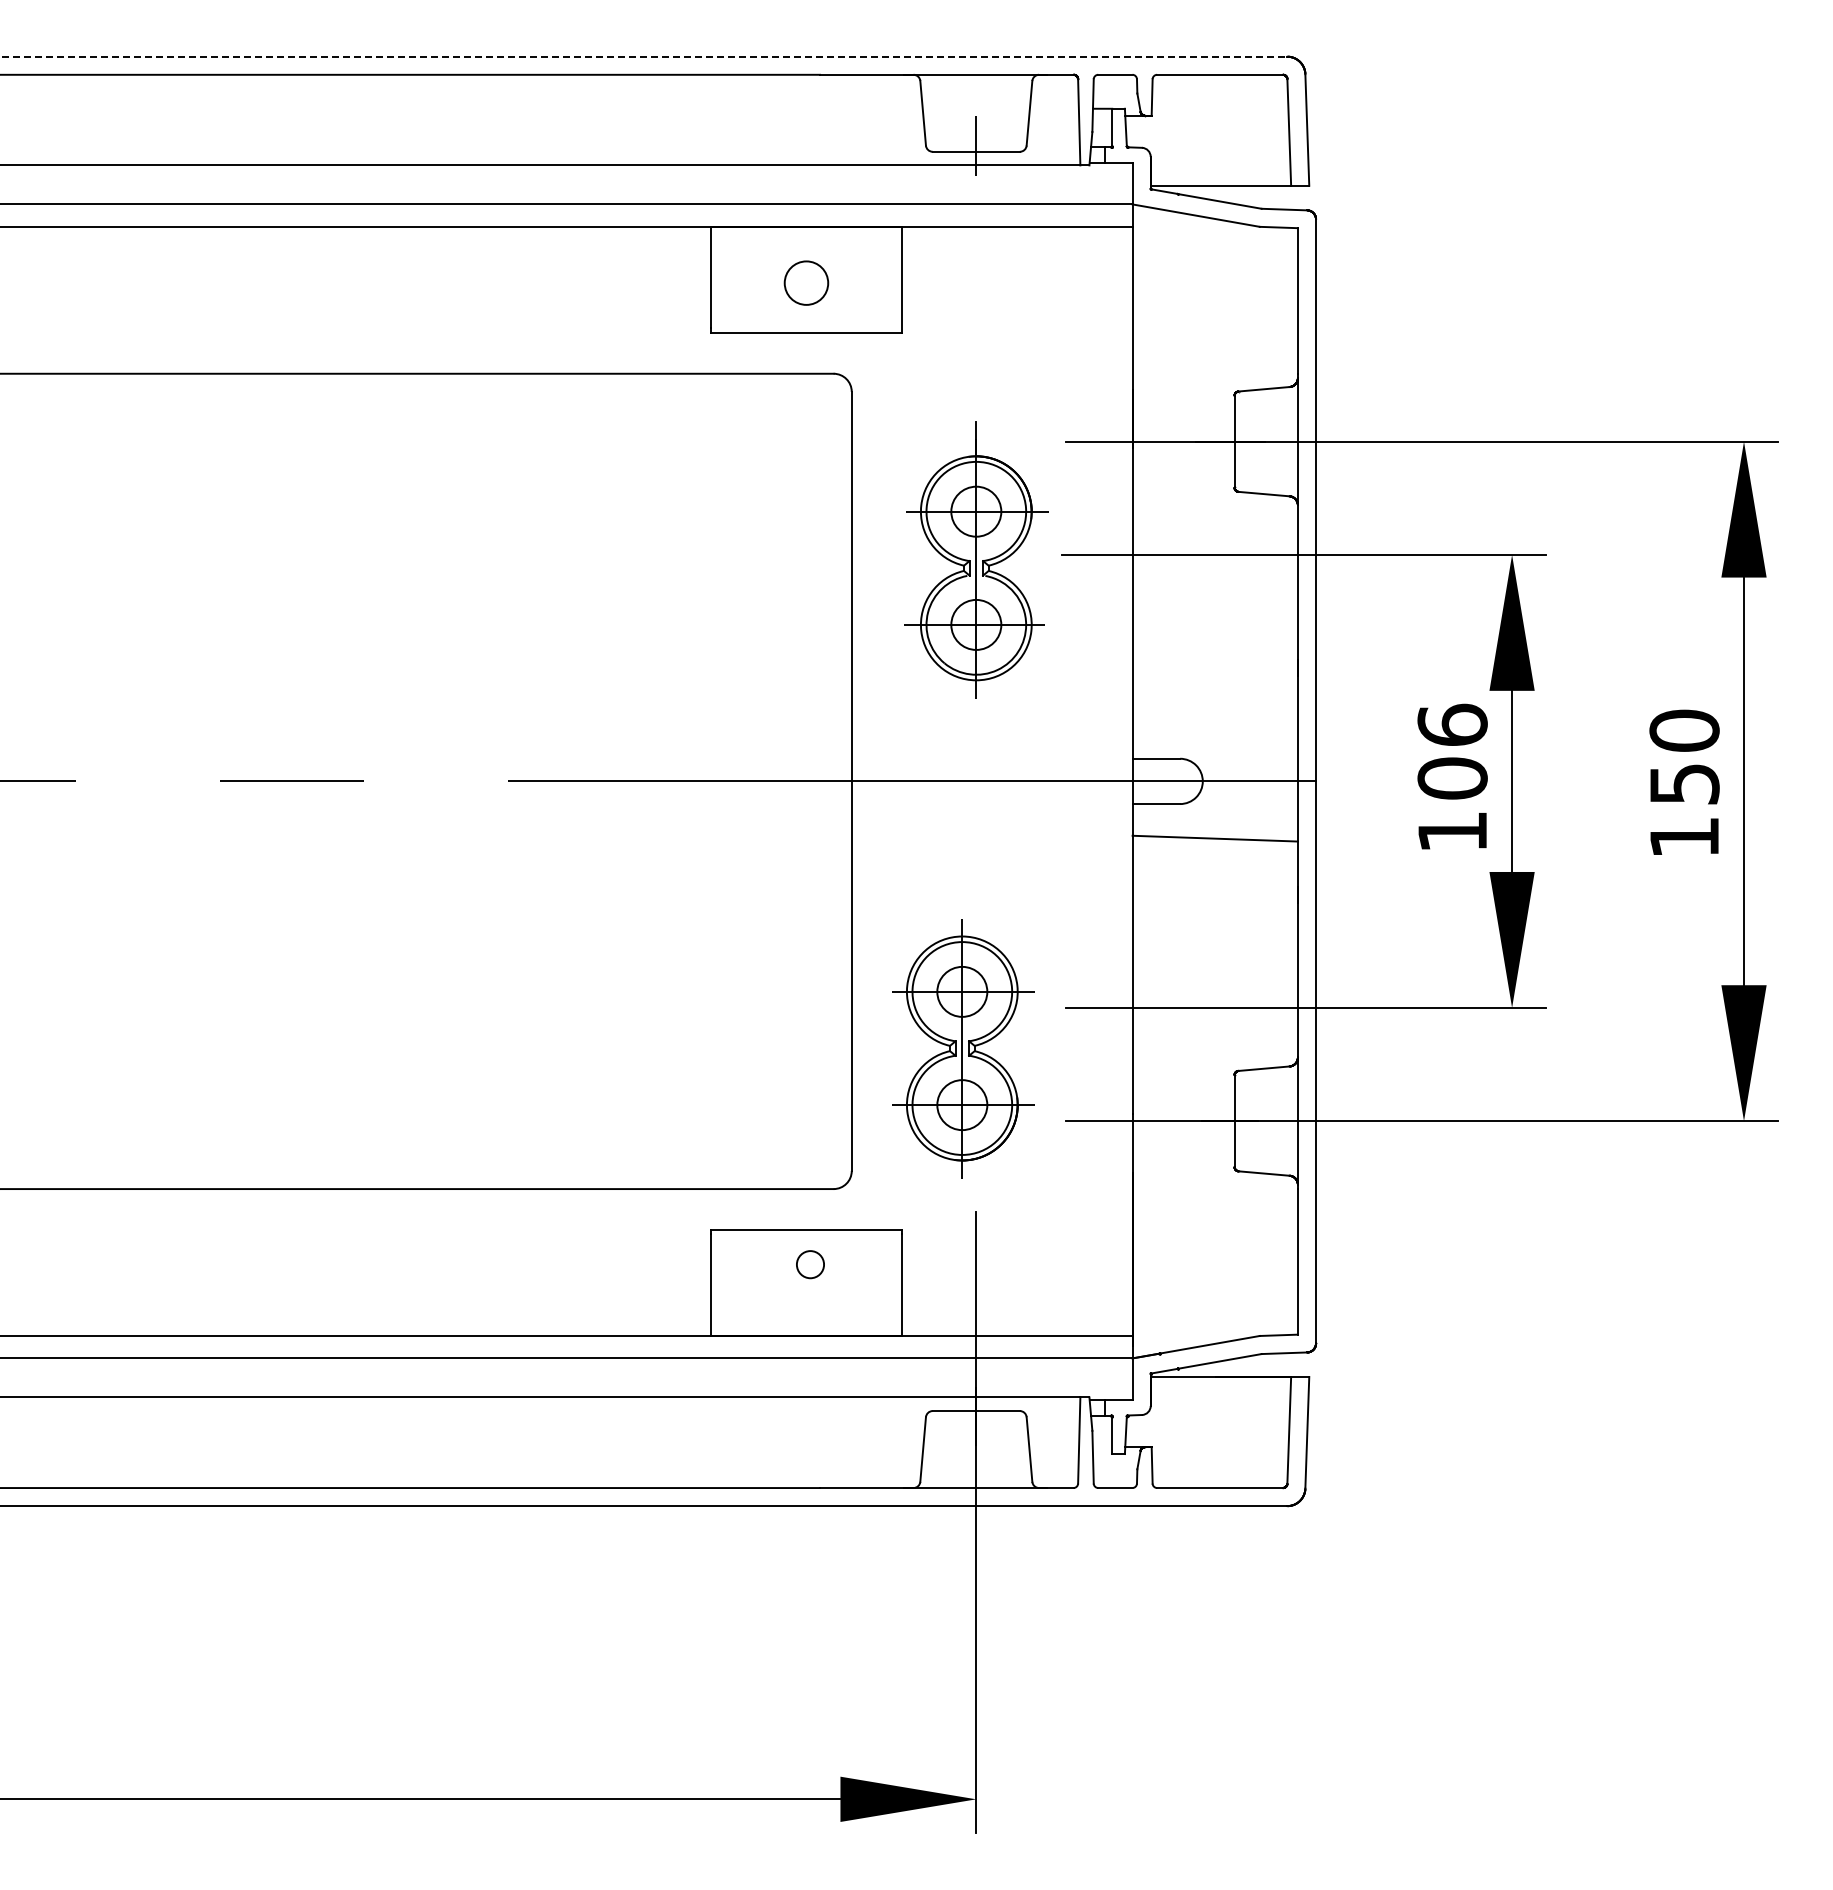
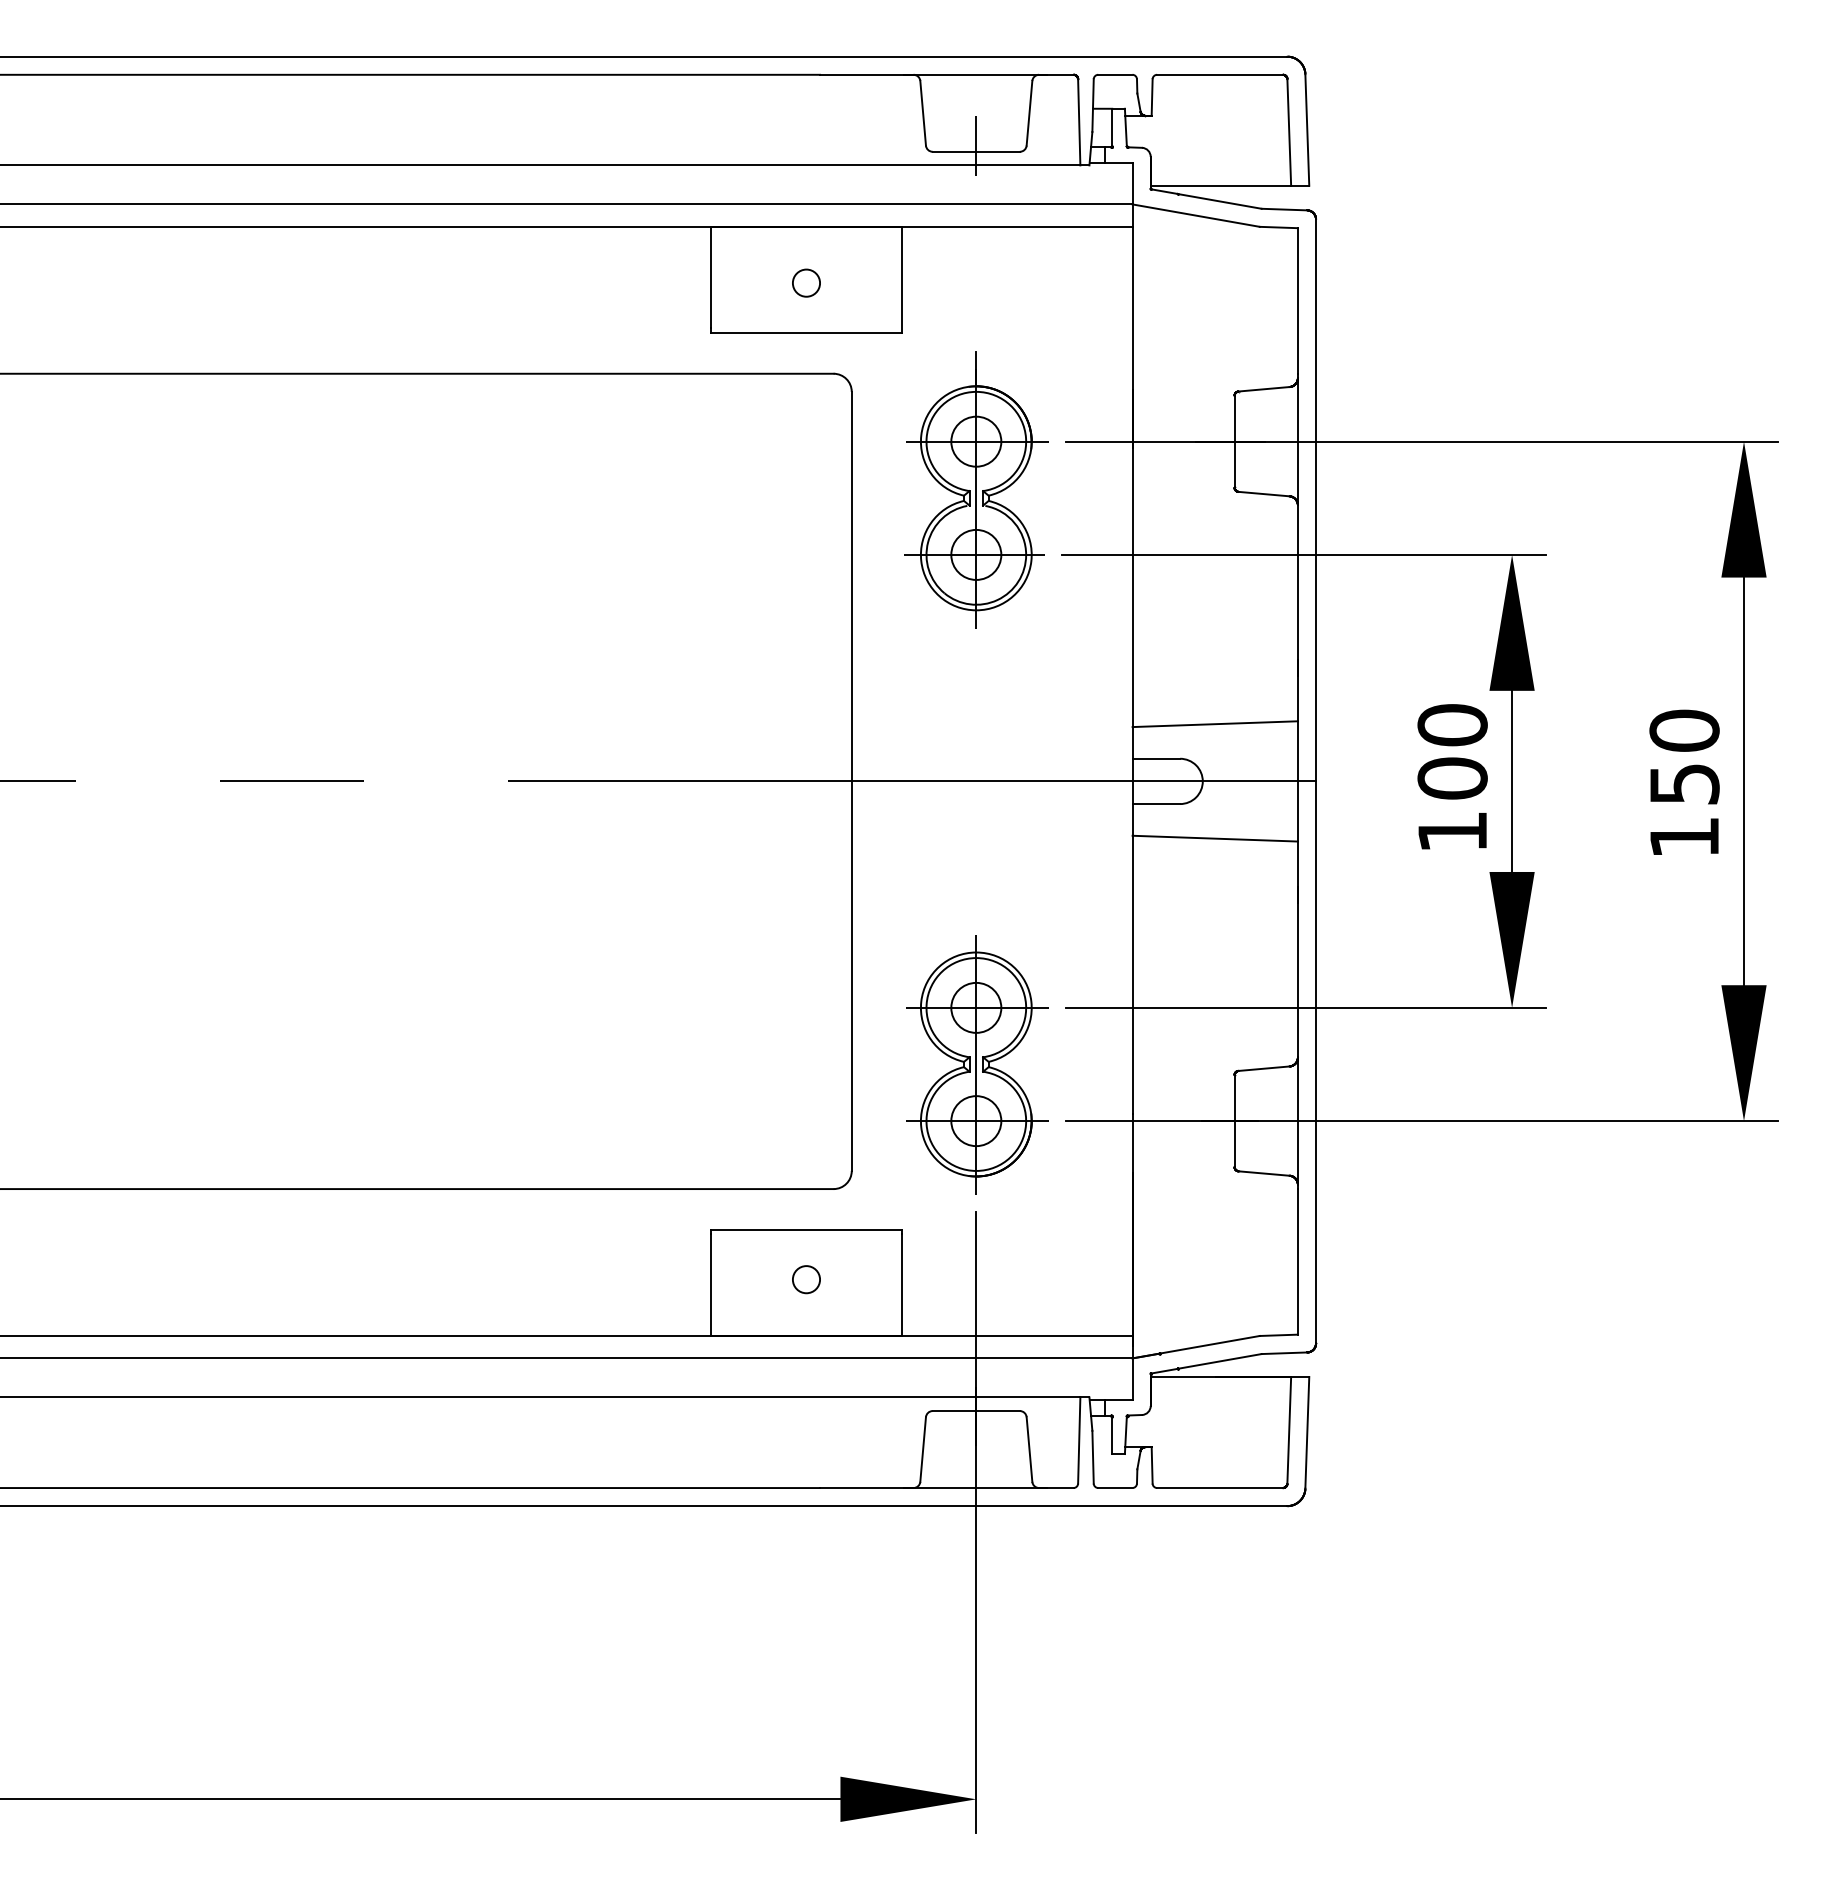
line at (644, 56): dashed -> solid
circle at (806, 282) diameter: 43 px -> 27 px
part at (976, 559) position: (976, 559) -> (976, 489)
line at (1214, 724): none -> present
text at (1452, 724): 106 -> 100
part at (963, 1048) position: (963, 1048) -> (977, 1064)
circle at (810, 1264) position: (810, 1264) -> (806, 1279)
